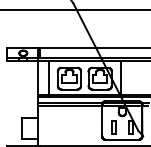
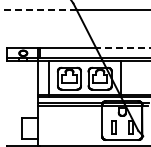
line at (38, 9): solid -> dashed
line at (123, 48): solid -> dashed
